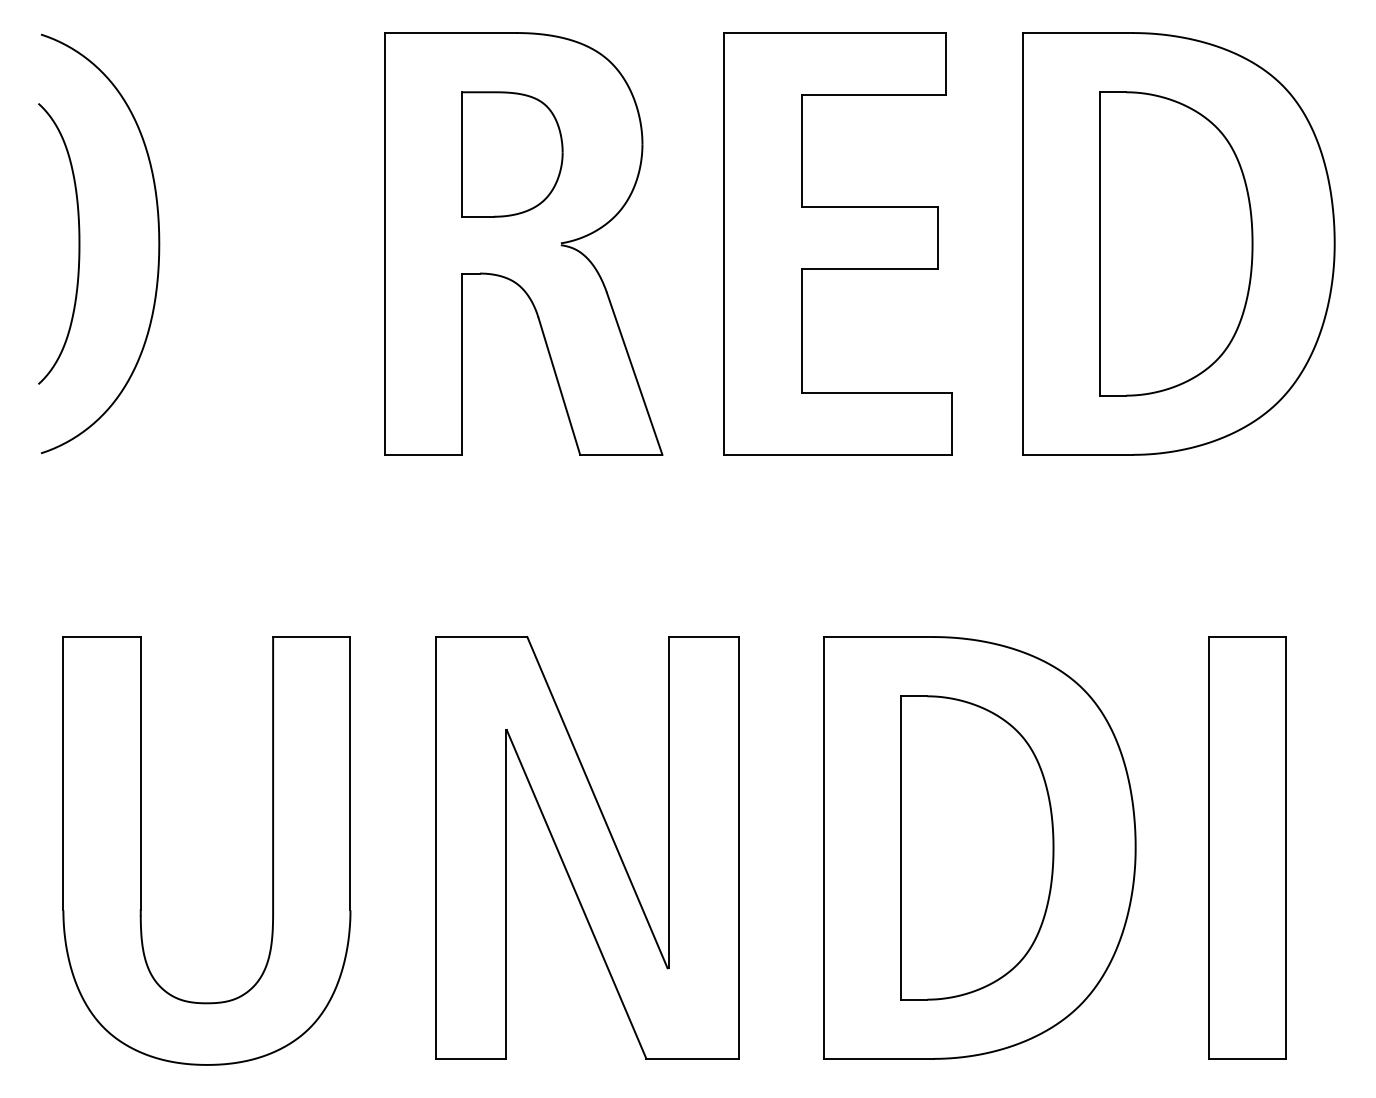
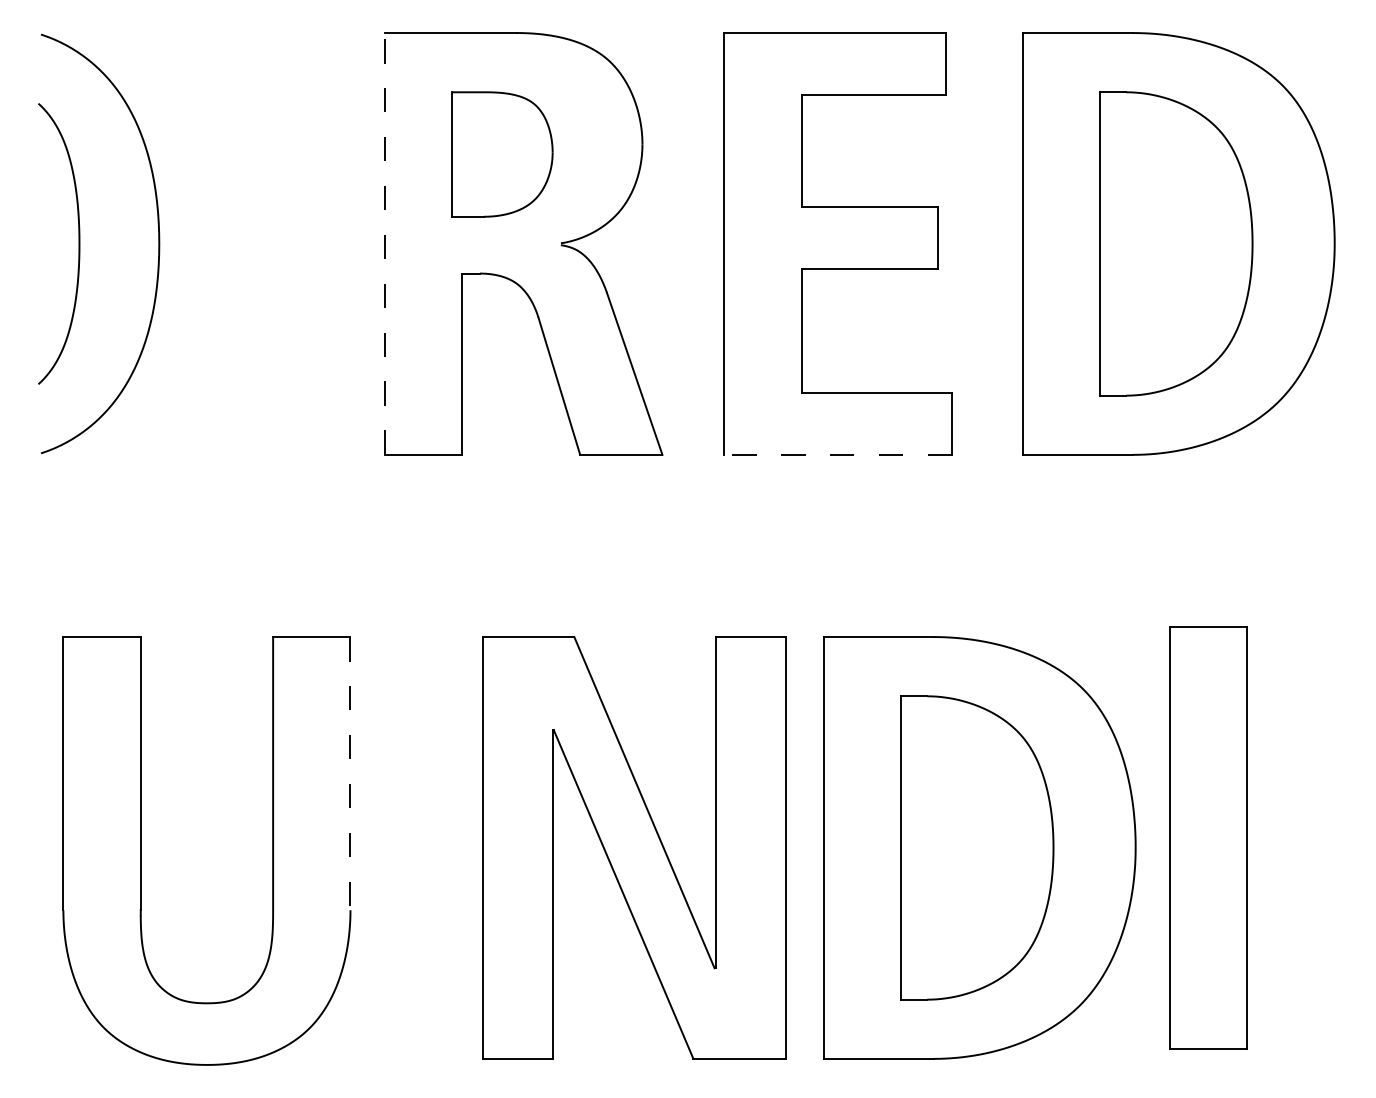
part at (512, 154) position: (512, 154) -> (502, 154)
line at (385, 243): solid -> dashed
line at (838, 454): solid -> dashed
line at (350, 773): solid -> dashed
part at (587, 847) position: (587, 847) -> (634, 847)
part at (1247, 847) position: (1247, 847) -> (1208, 837)
